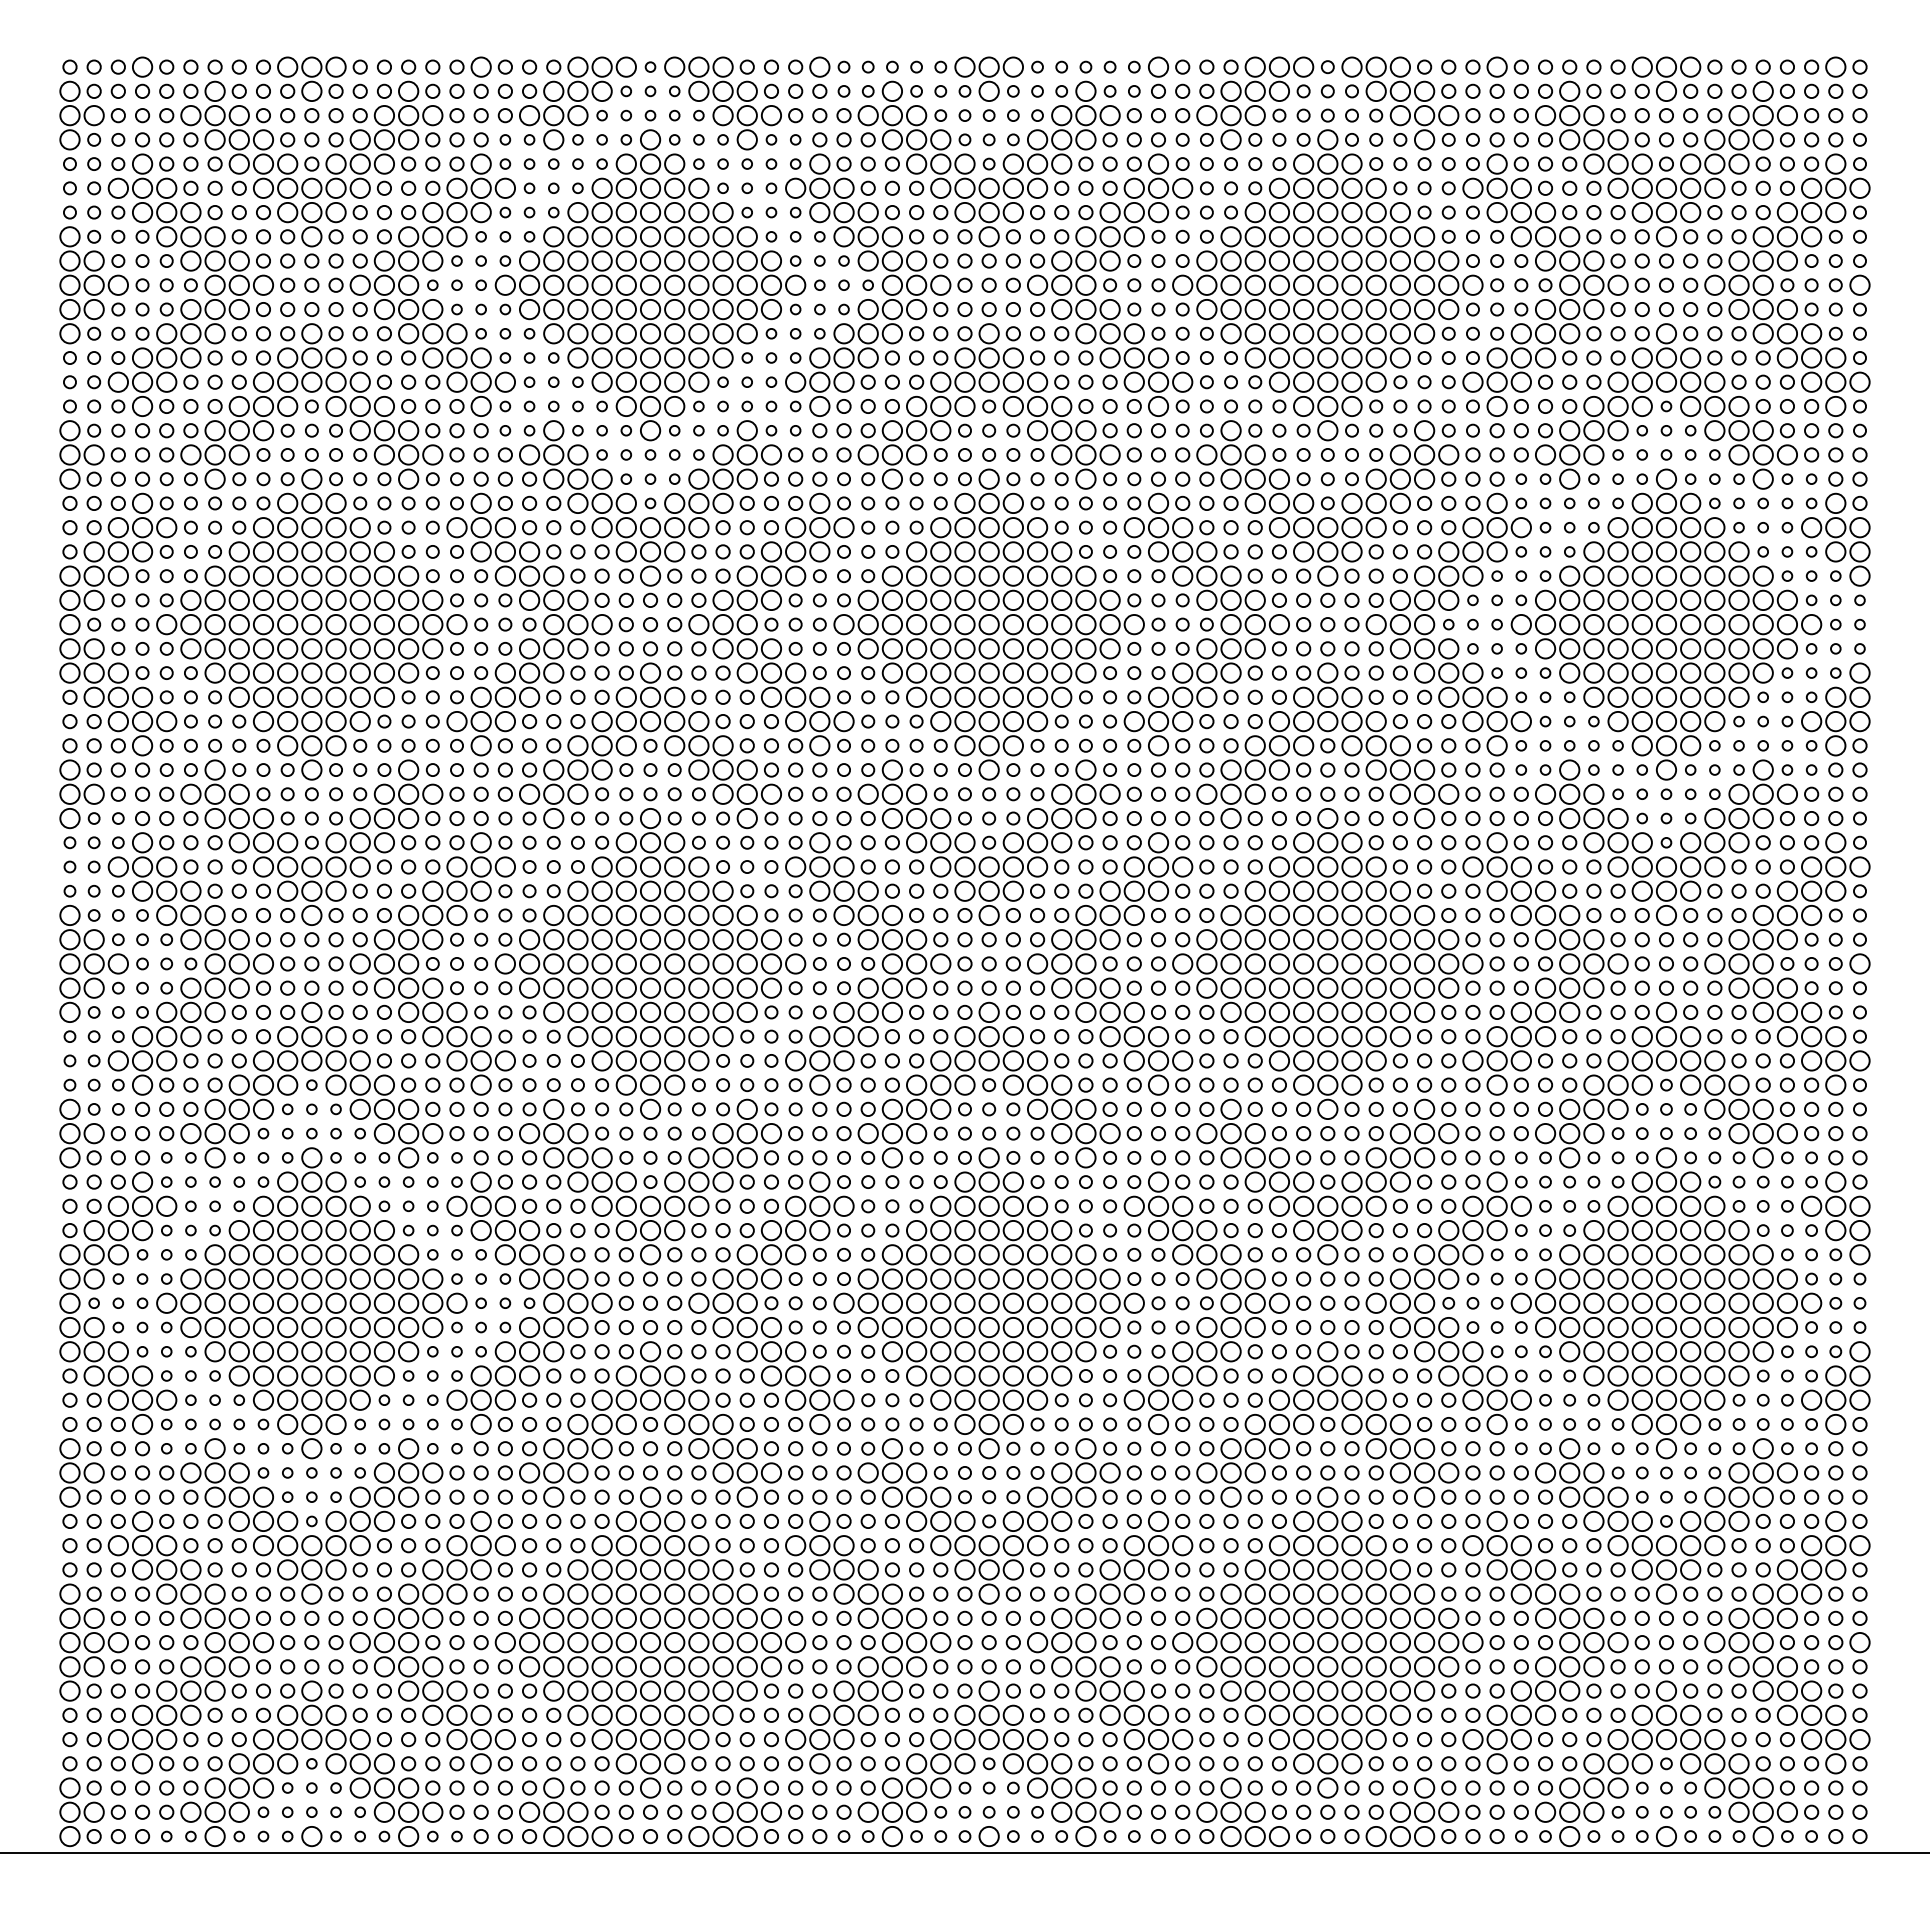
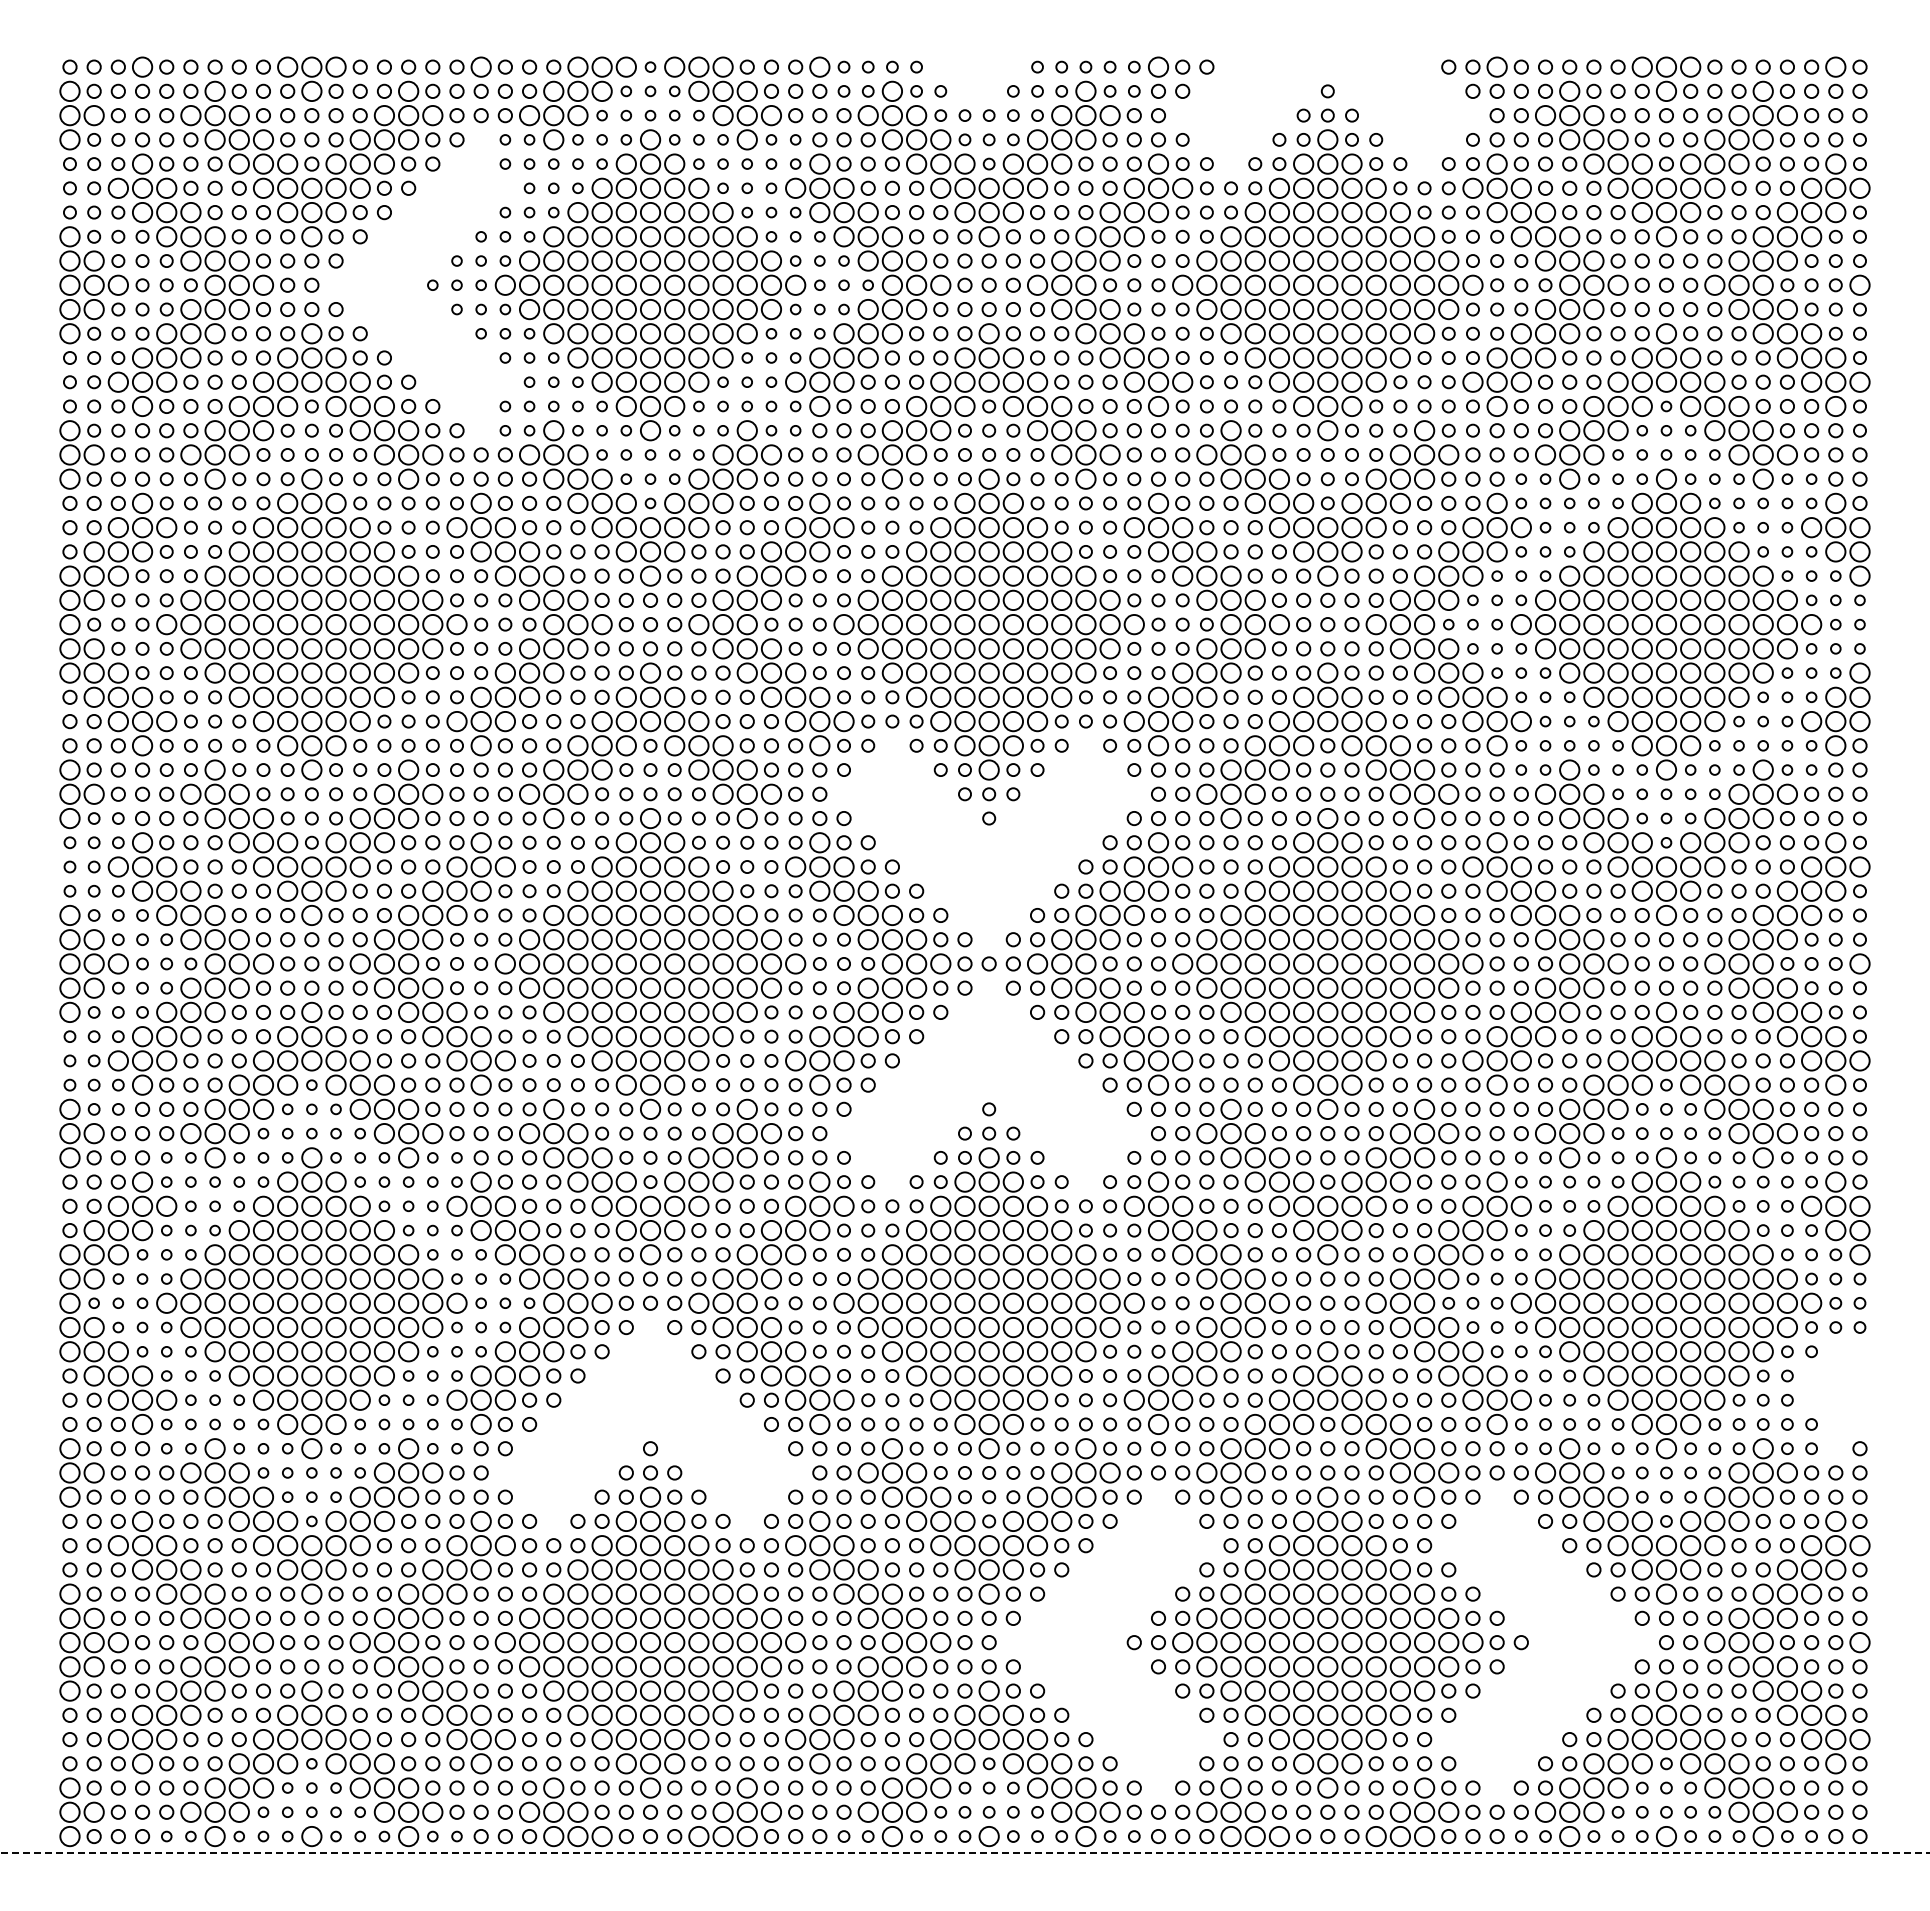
part at (978, 78): present -> none
part at (1309, 95): present -> none
part at (421, 285): present -> none
part at (988, 842): present -> none
part at (988, 1084): present -> none
part at (1835, 1398): present -> none
part at (650, 1424): present -> none
part at (1109, 1642): present -> none
part at (1545, 1642): present -> none
line at (964, 1853): solid -> dashed
